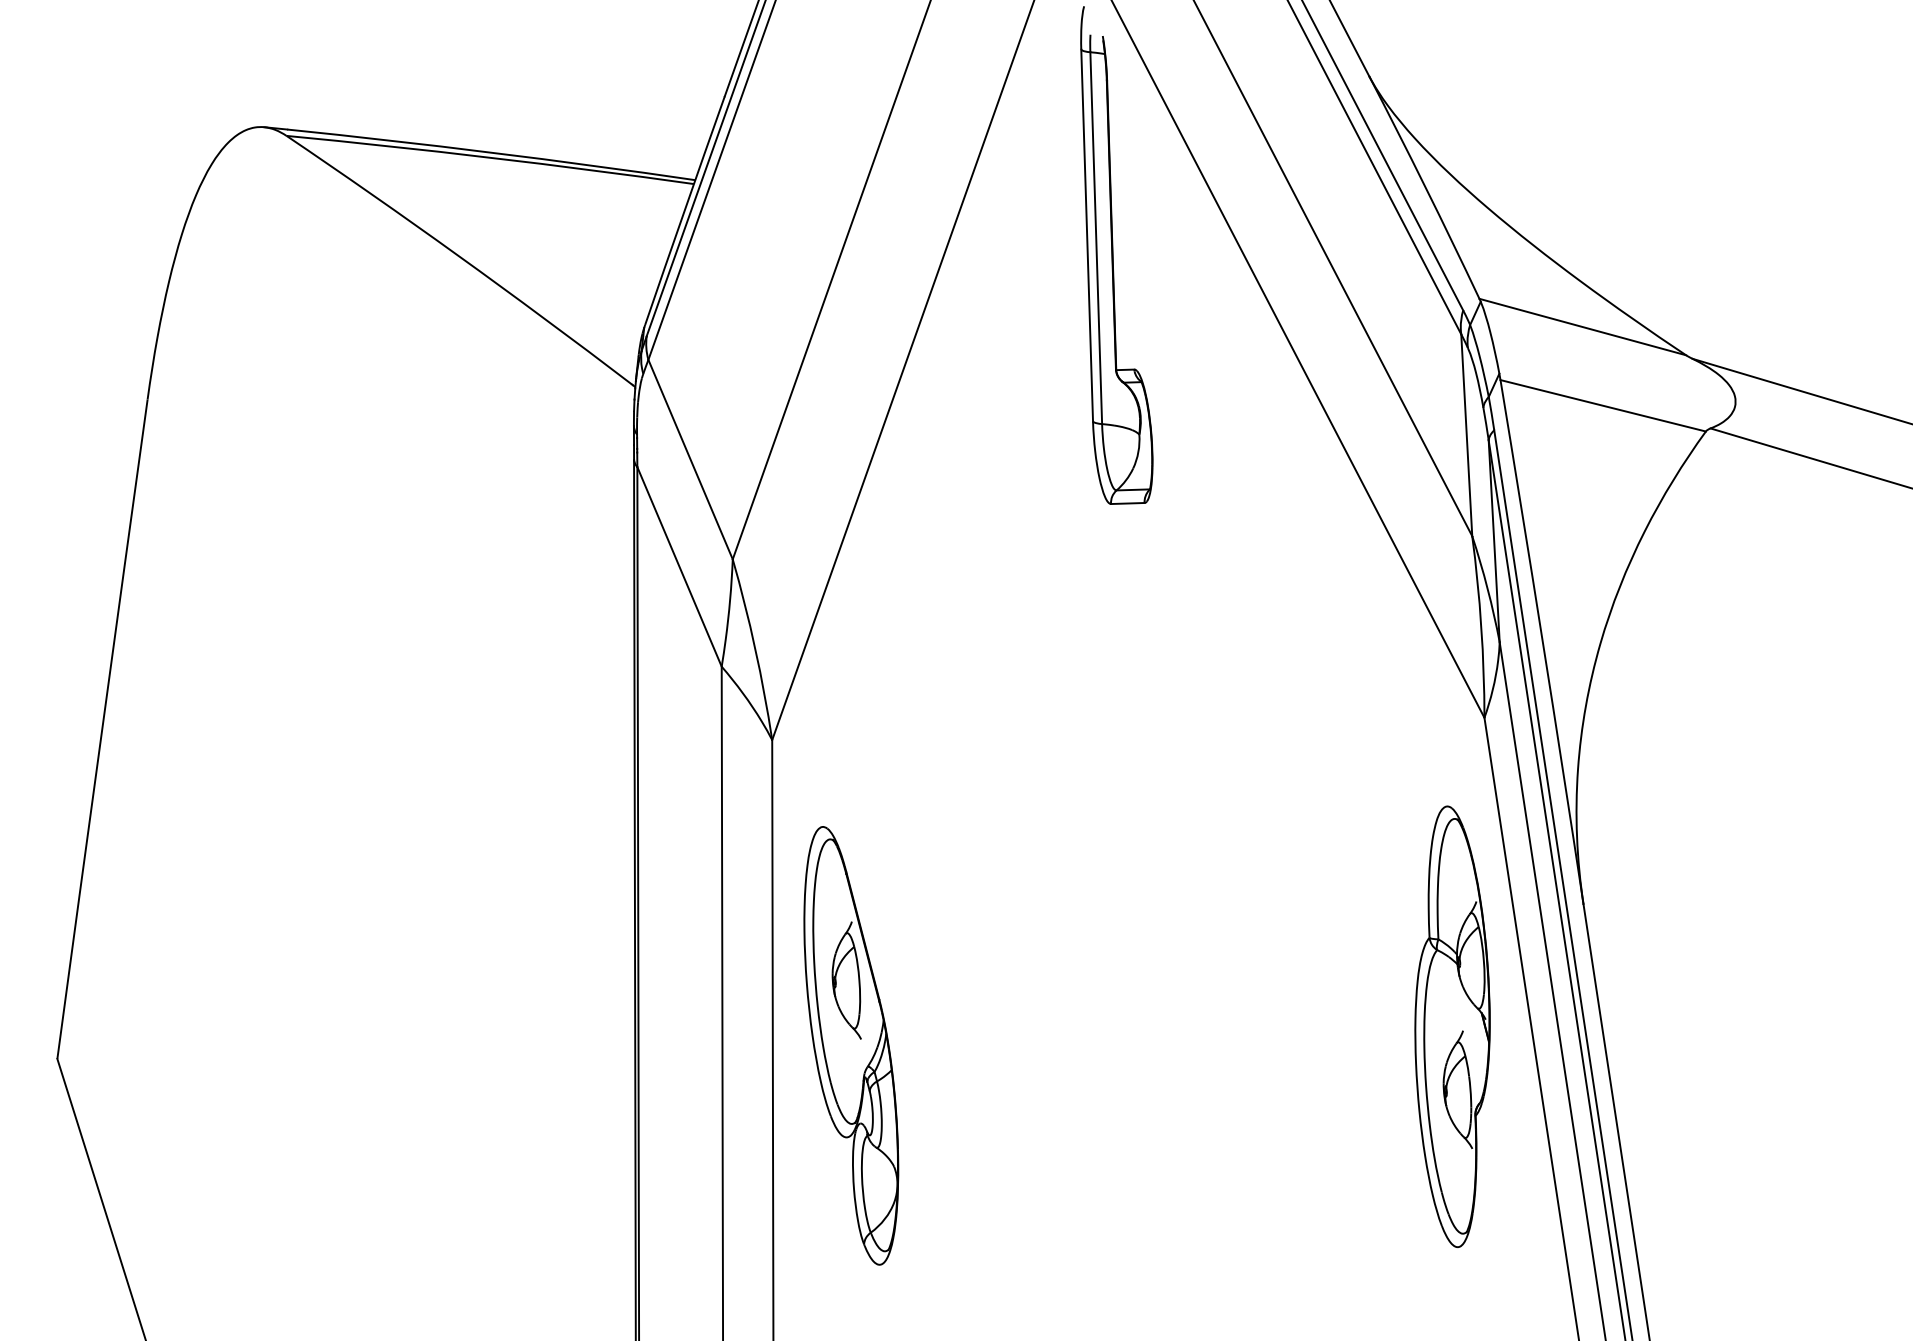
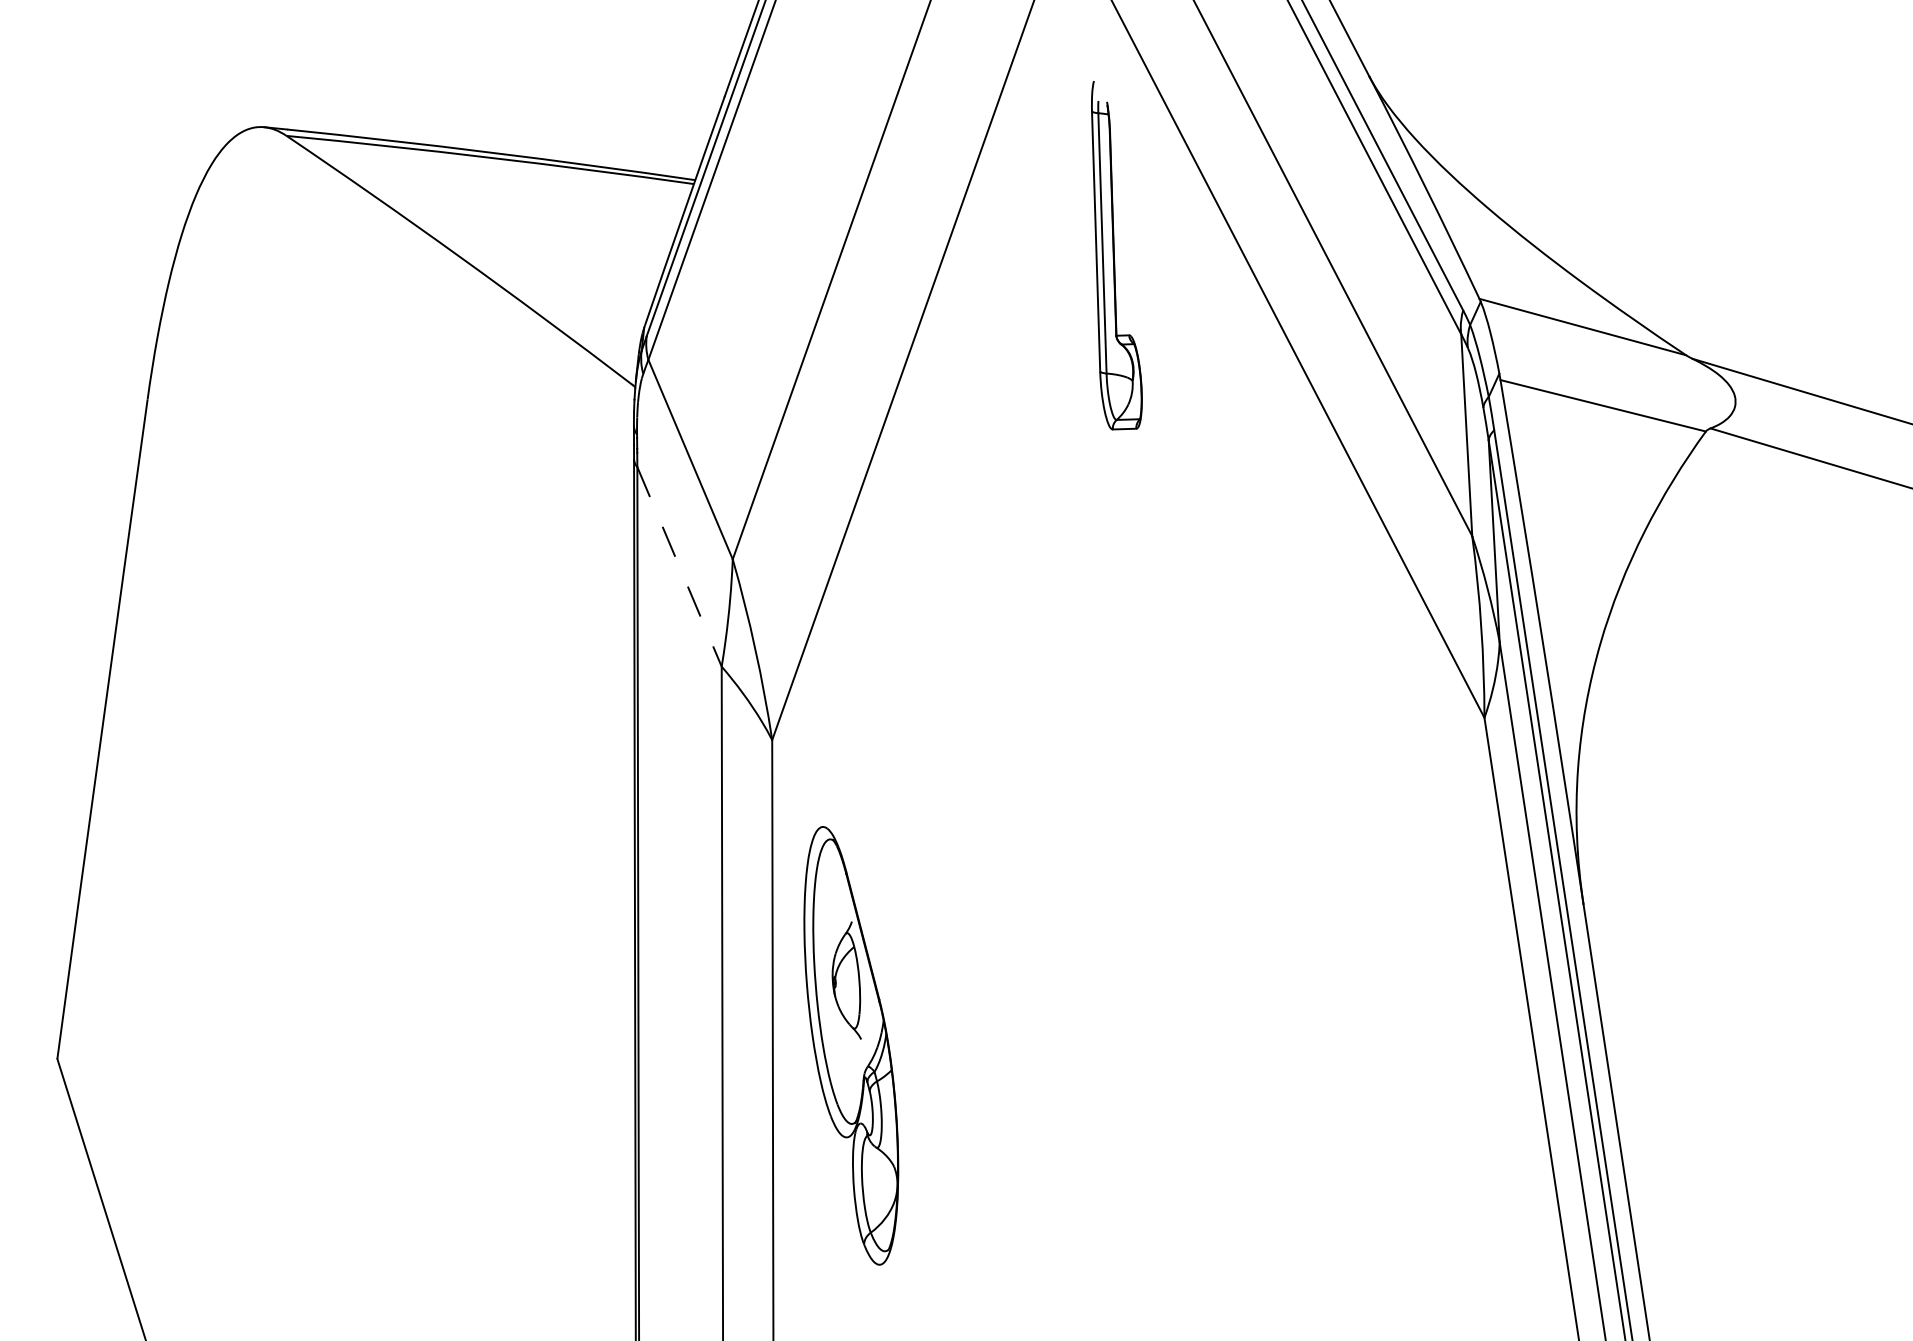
part at (1116, 255) size: 74x499 px -> 52x350 px
line at (679, 567): solid -> dashed
part at (1452, 1026): present -> none
